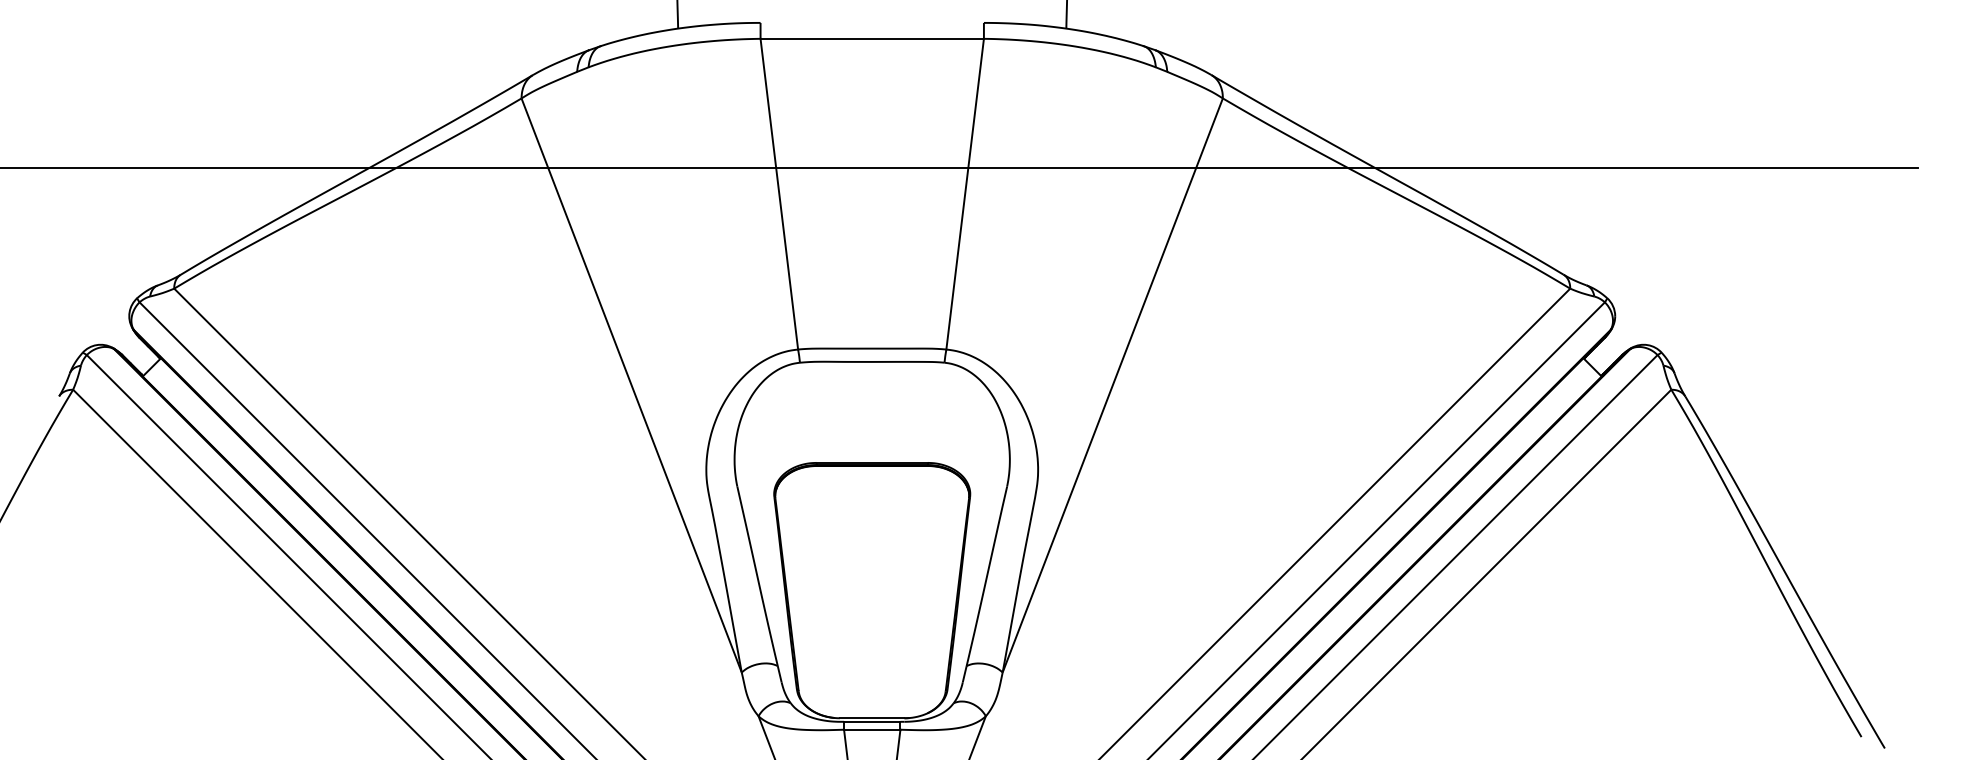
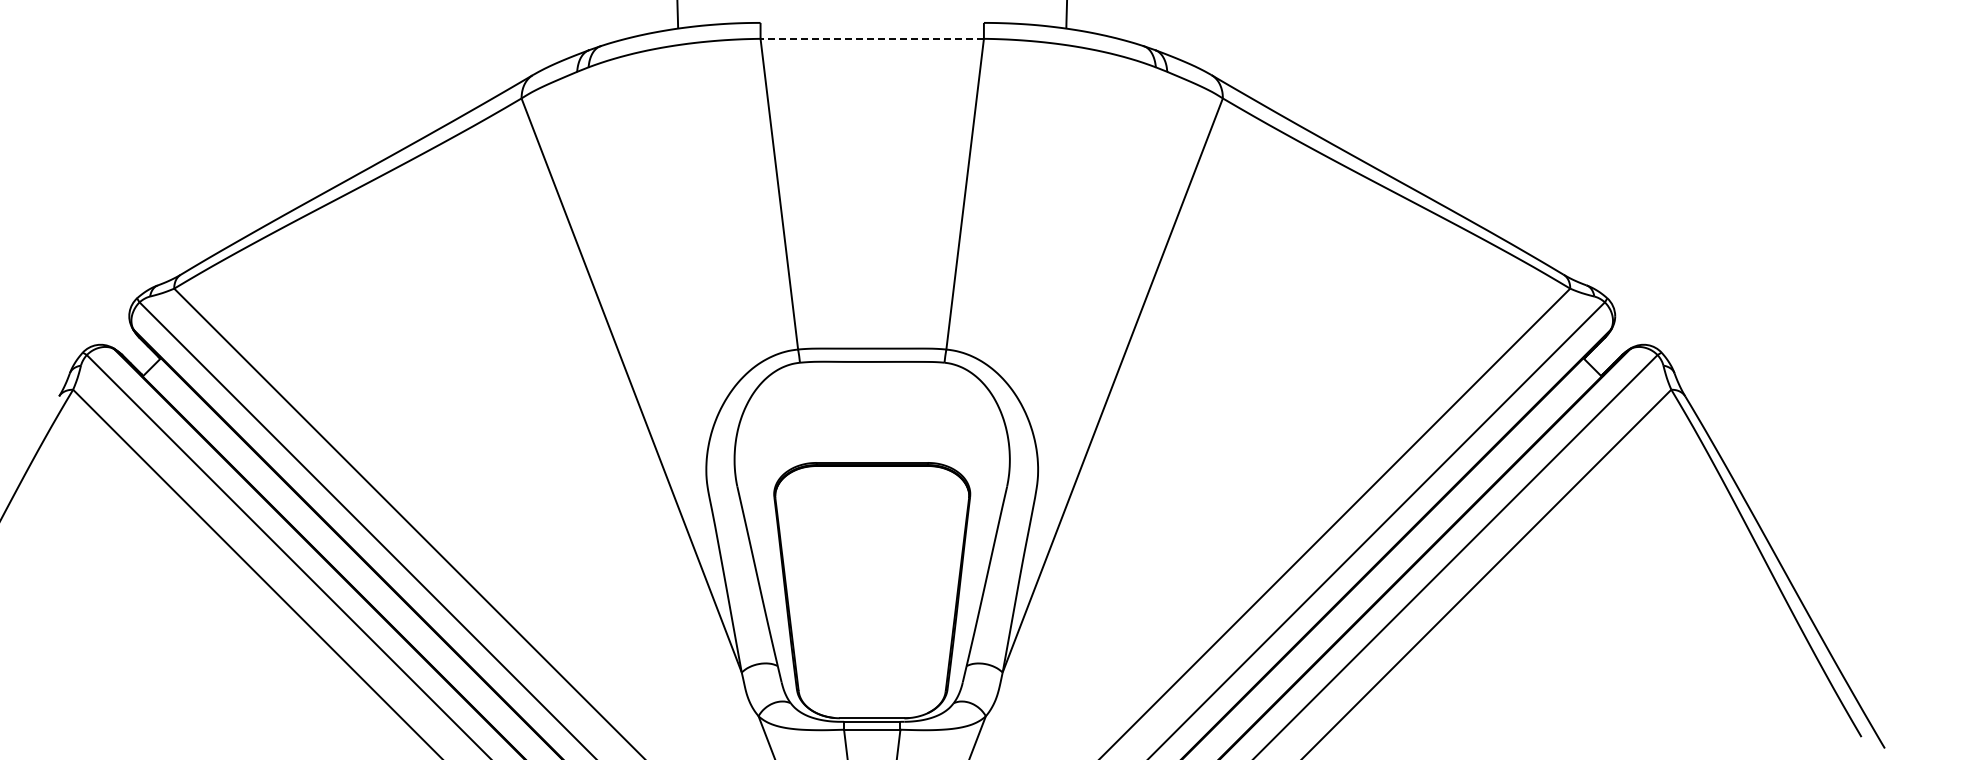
line at (872, 38): solid -> dashed
line at (960, 168): present -> none
